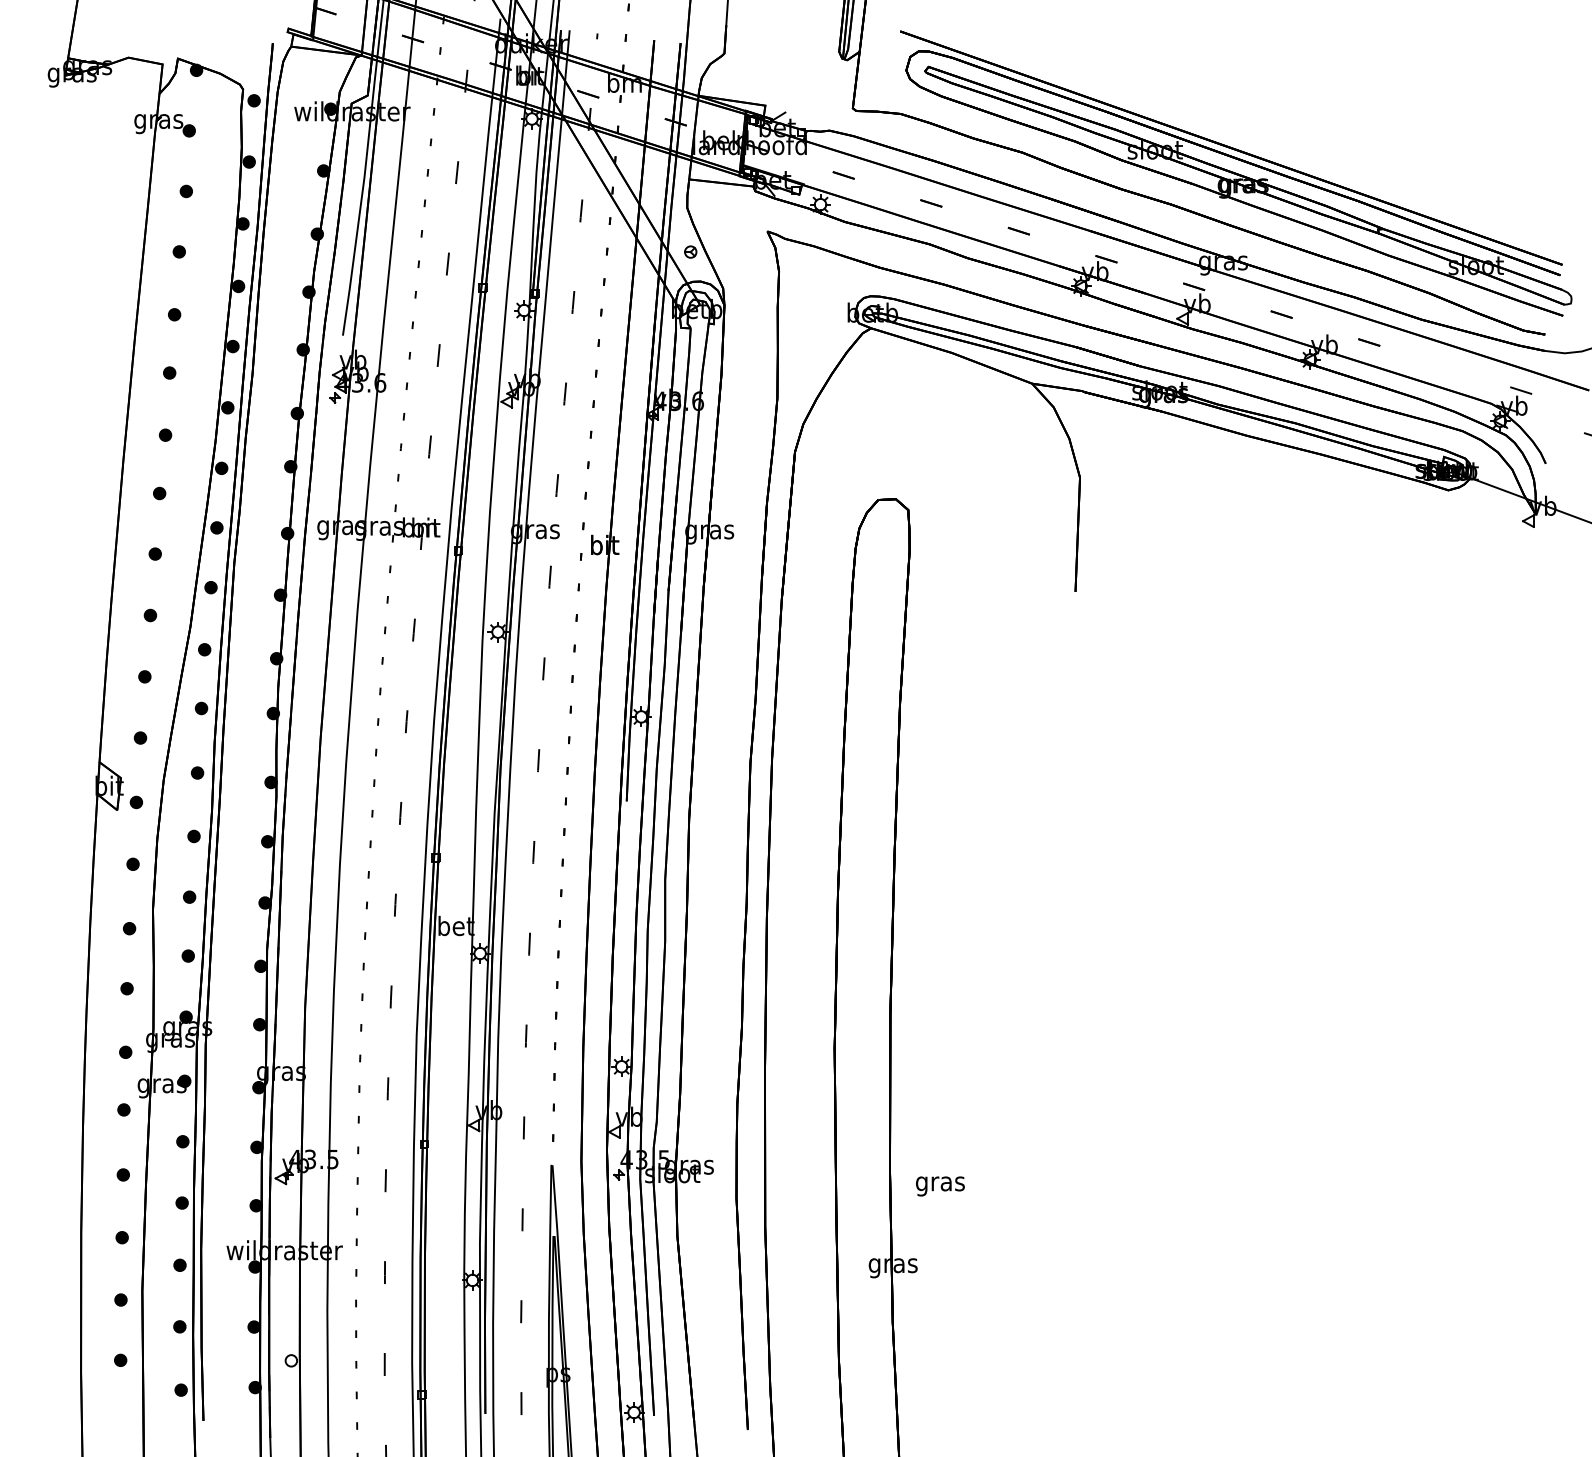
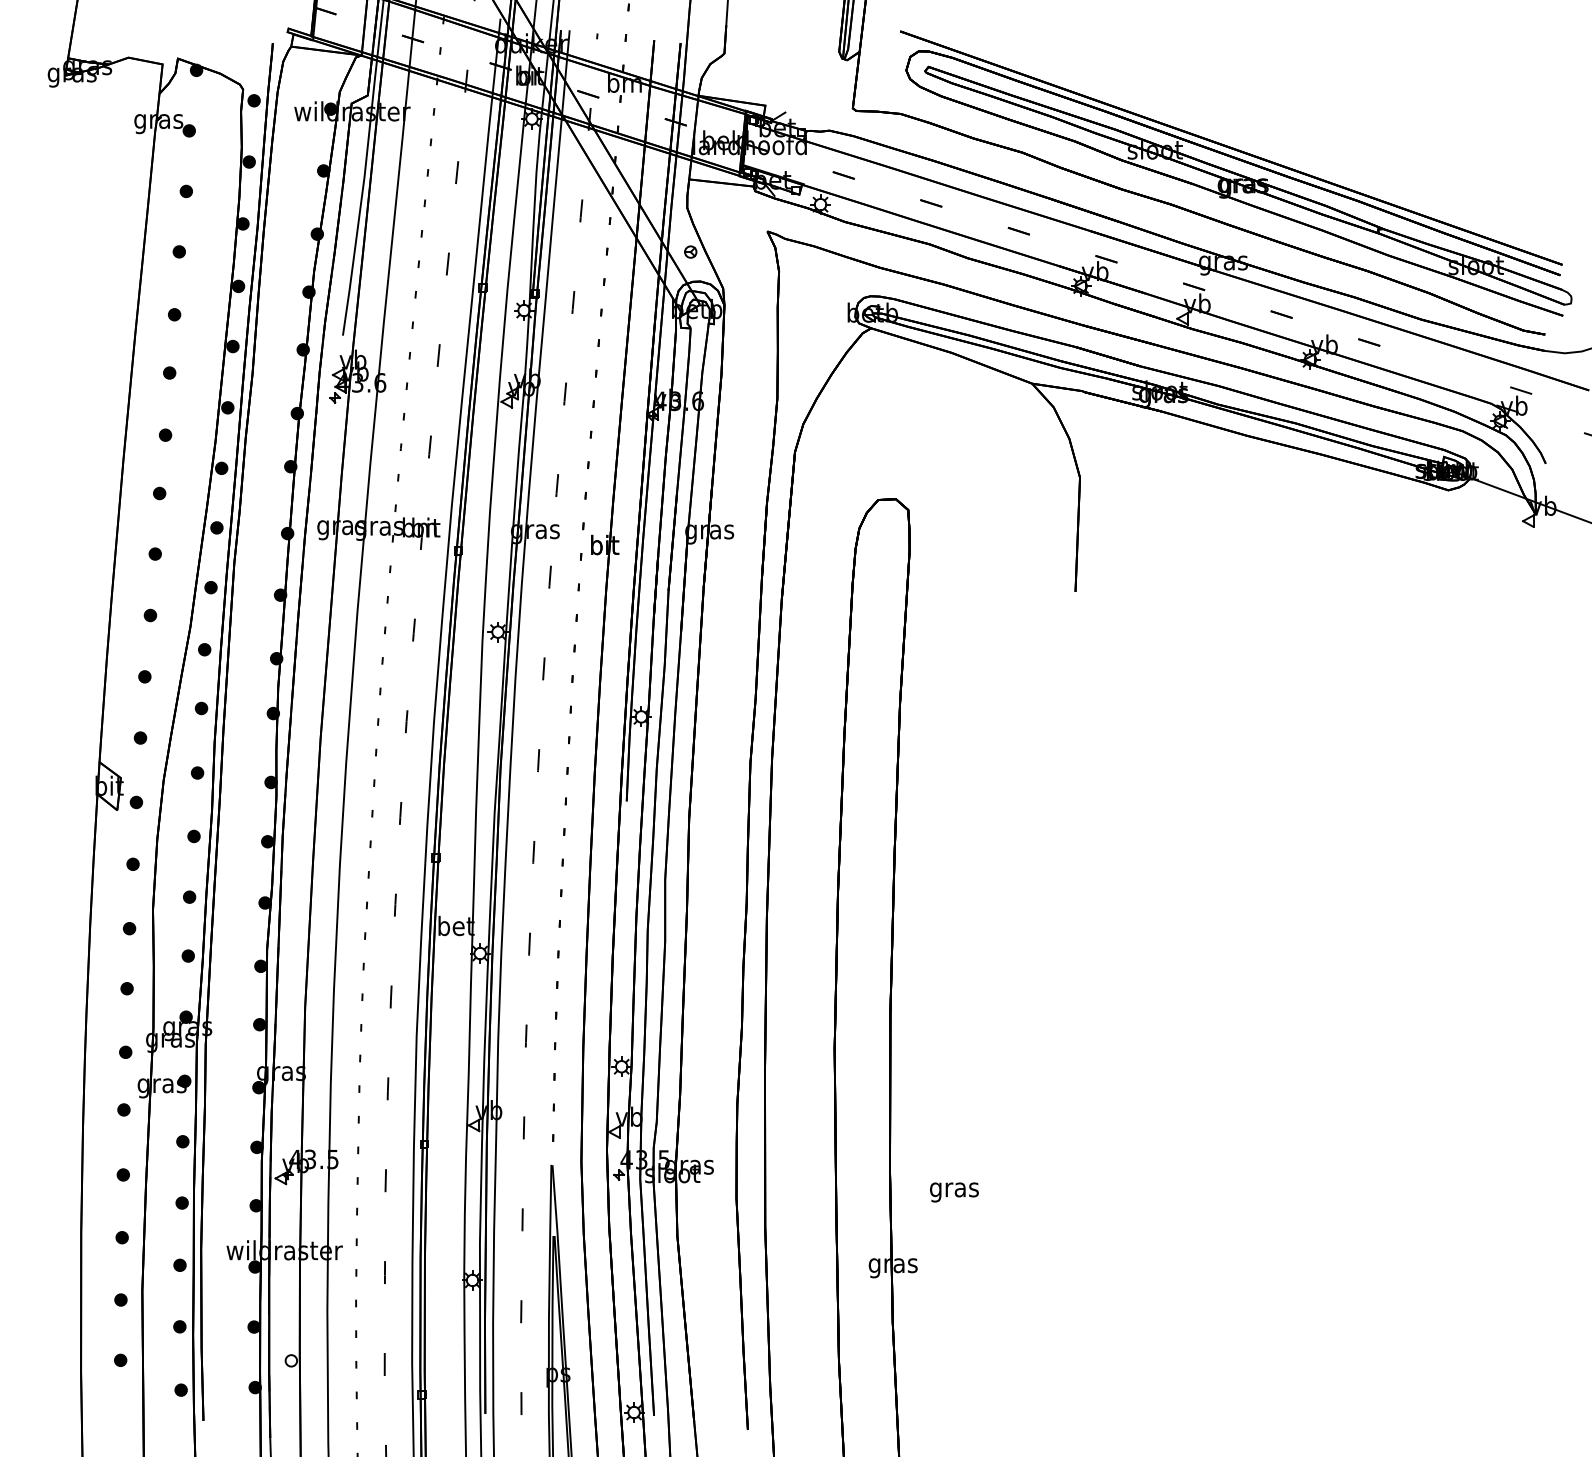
text at (940, 1186) position: (940, 1186) -> (954, 1192)
